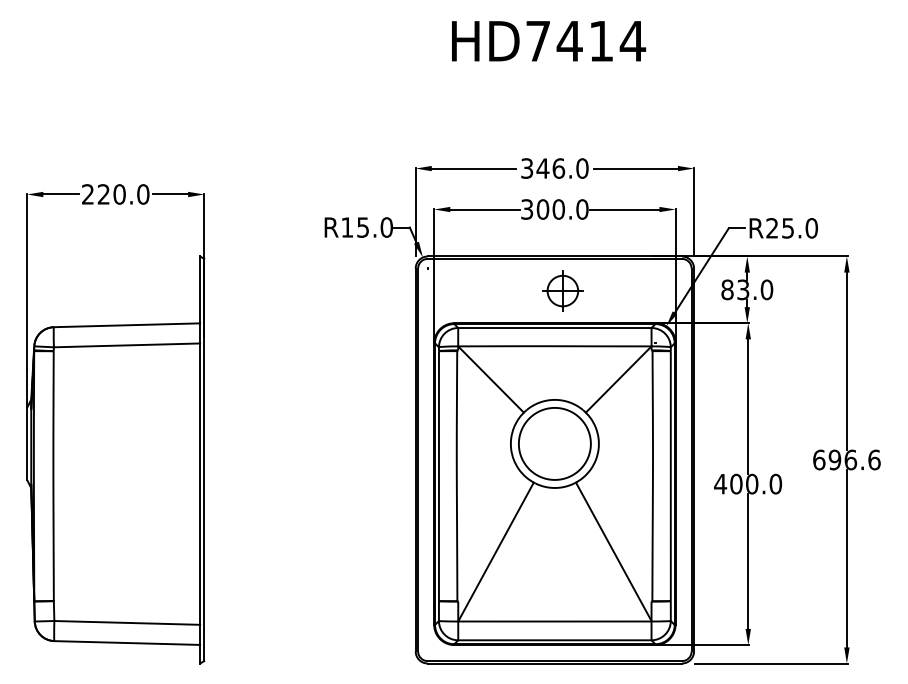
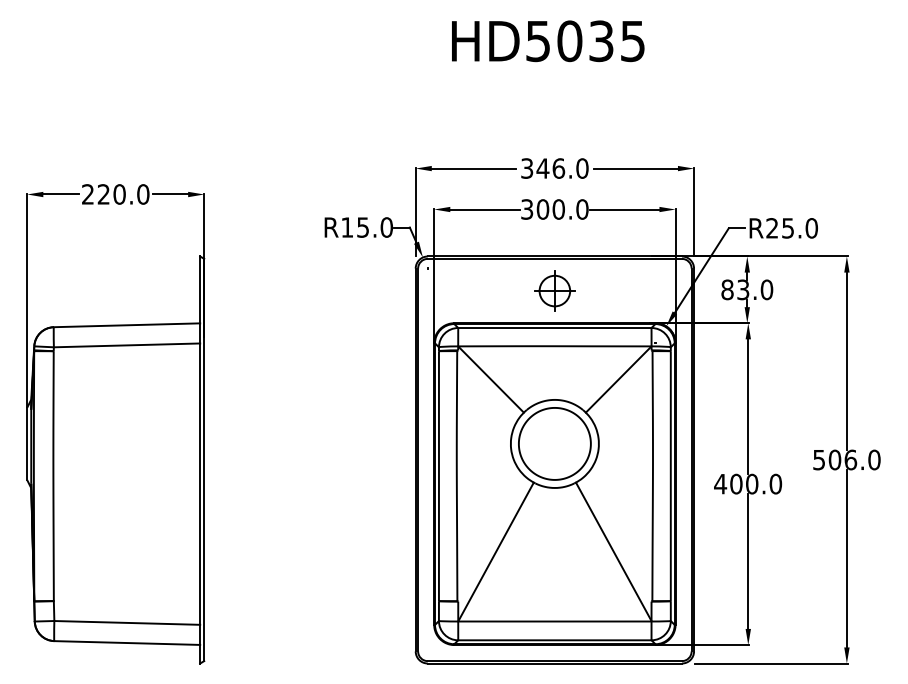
text at (586, 41): HD7414 -> HD5035
part at (562, 290) position: (562, 290) -> (554, 290)
text at (846, 459): 696.6 -> 506.0
